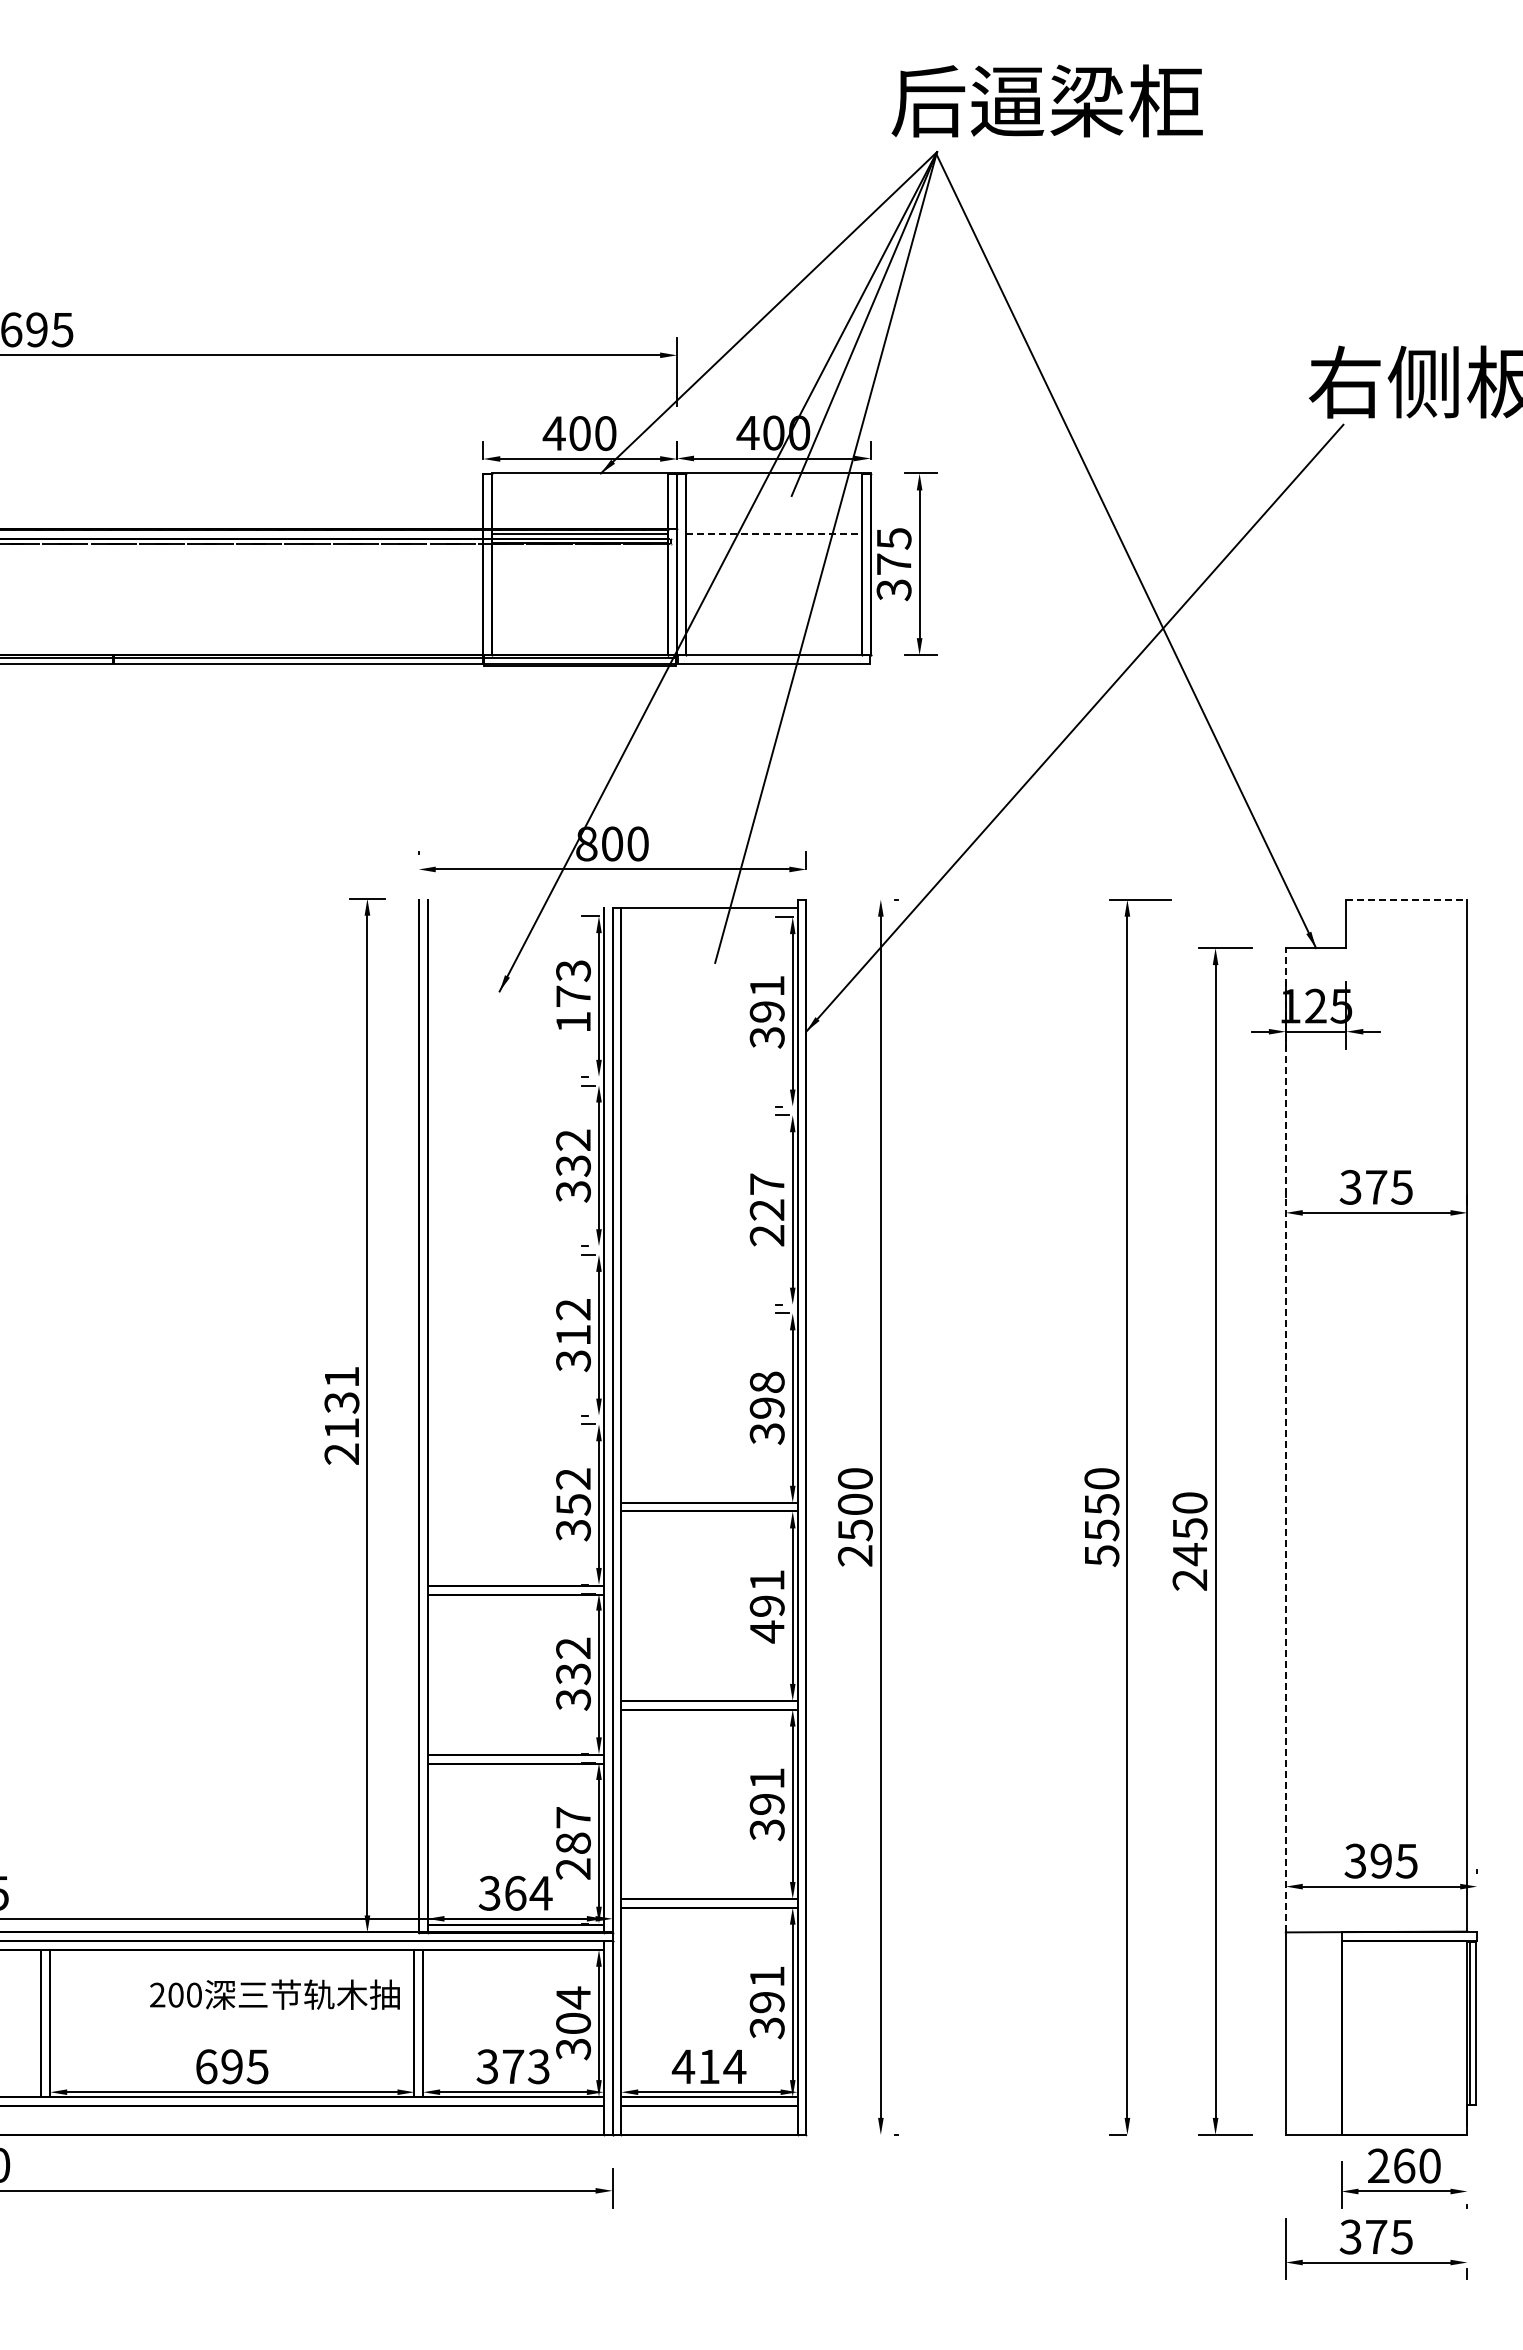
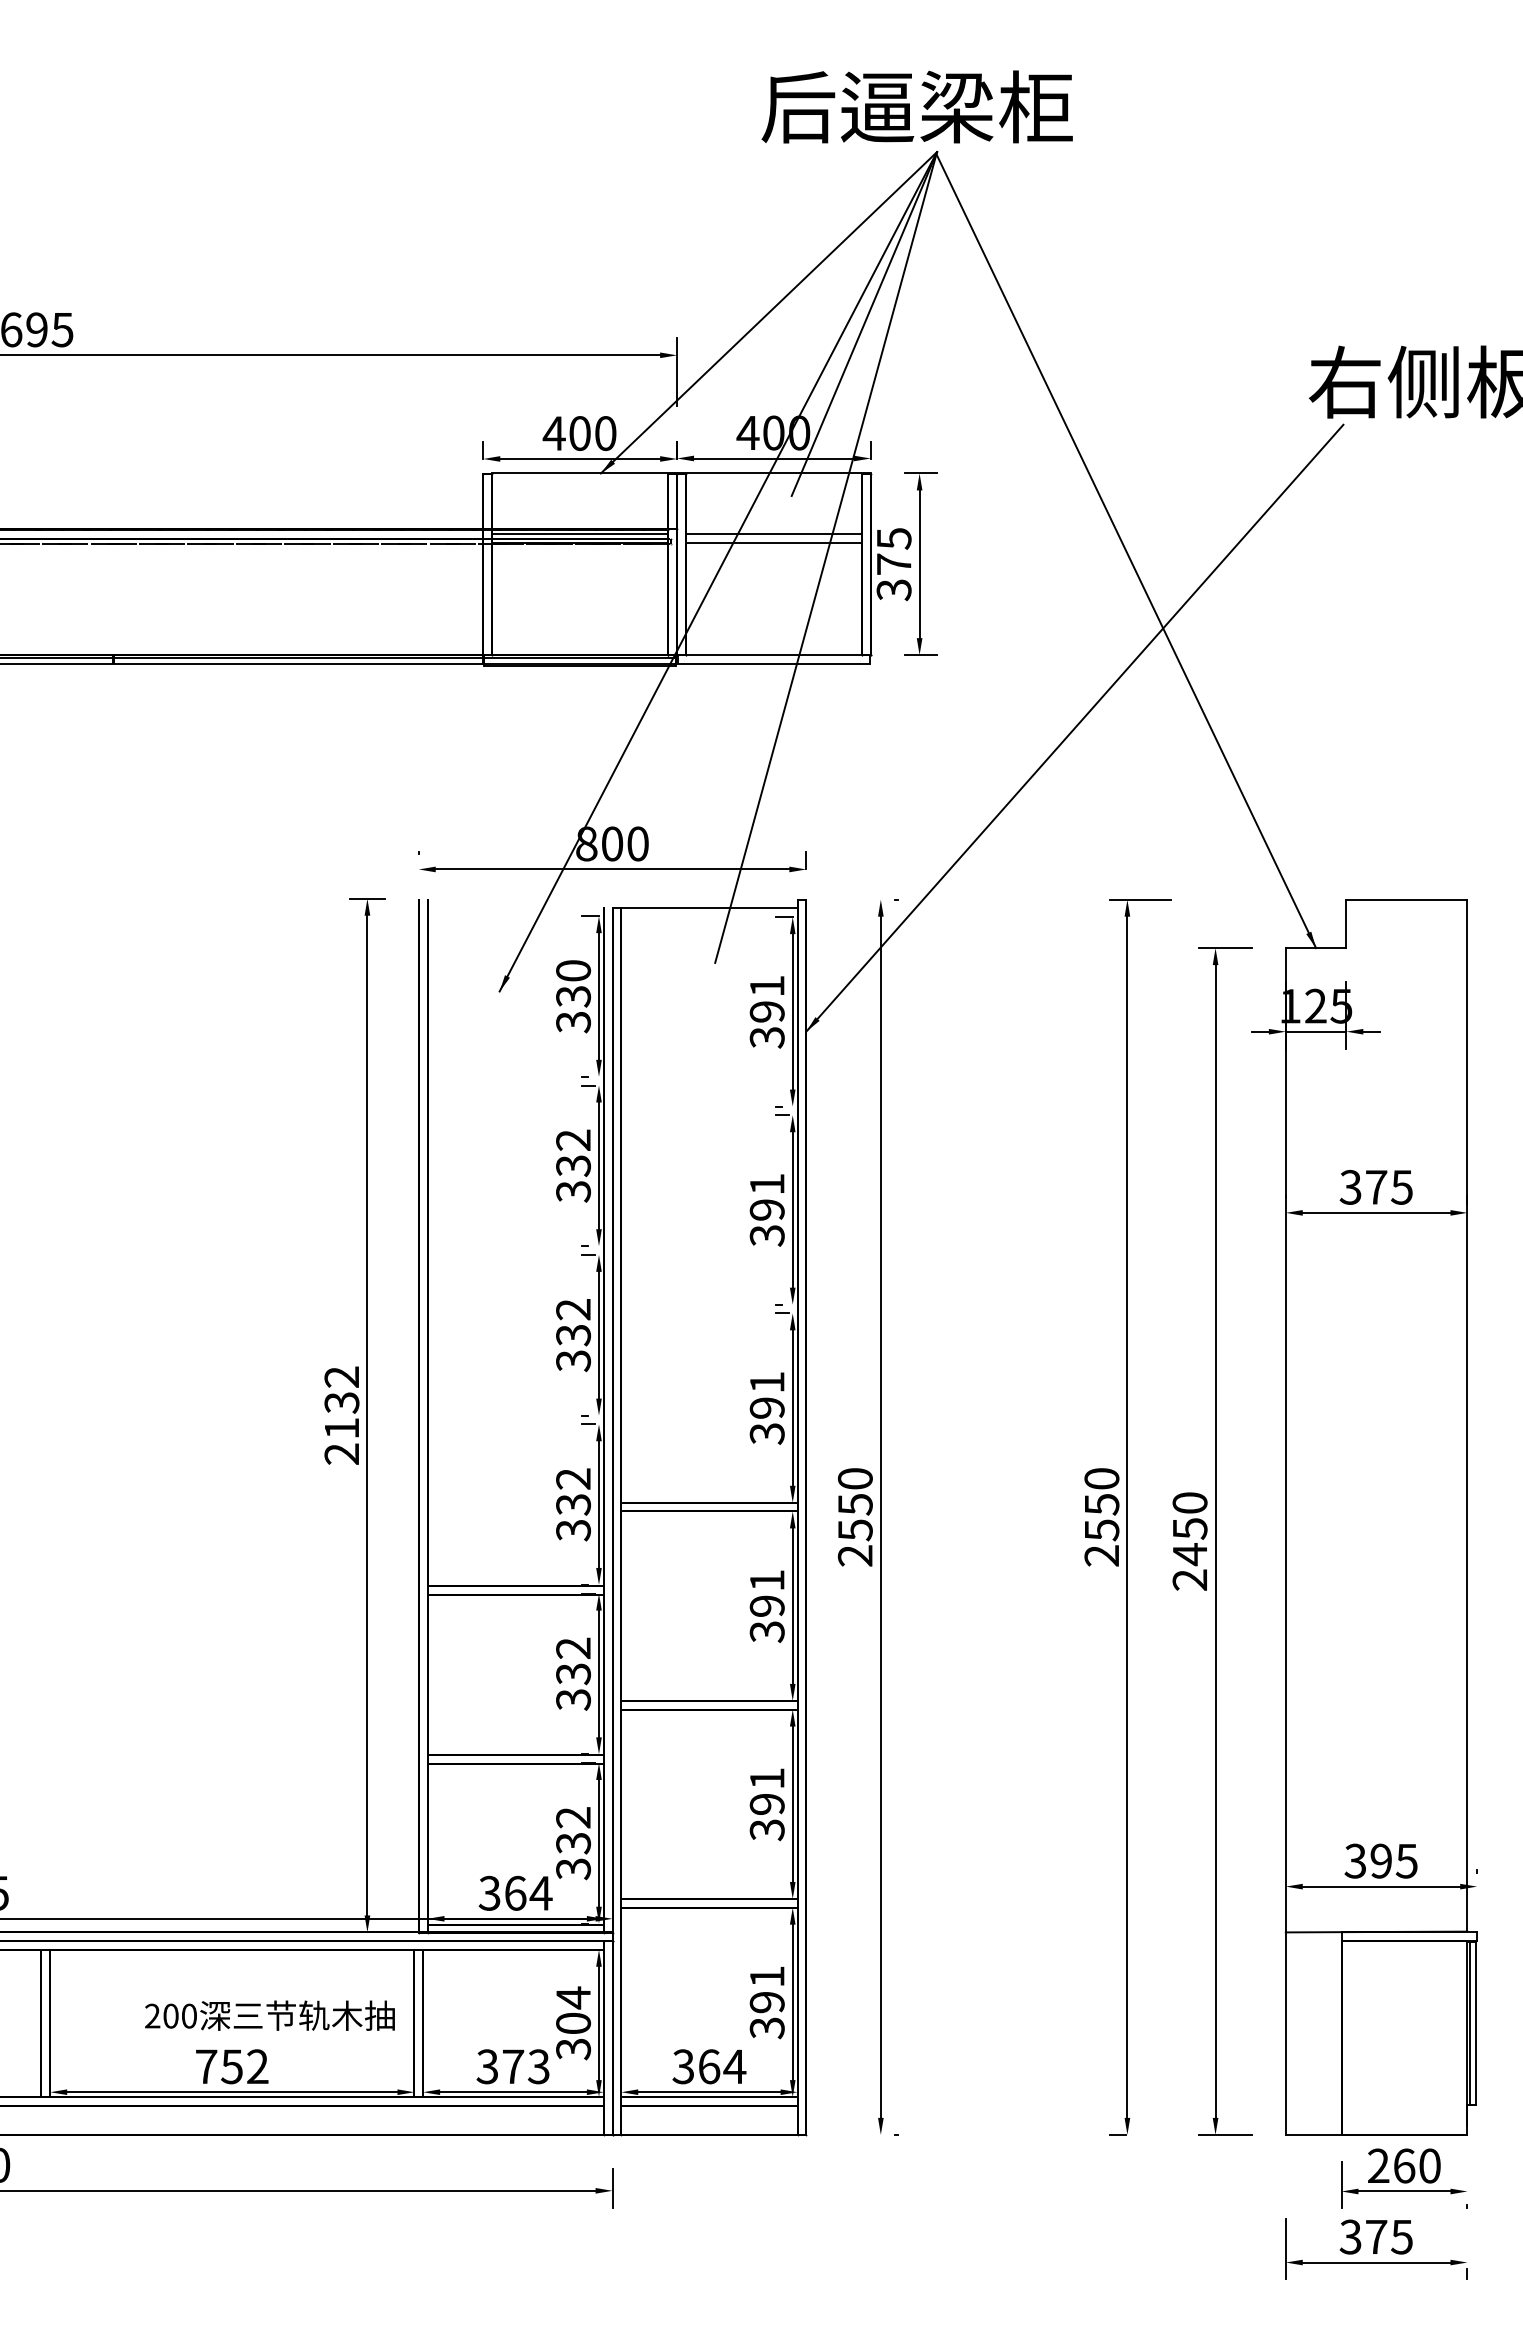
text at (1046, 100) position: (1046, 100) -> (916, 106)
line at (774, 534): dashed -> solid
line at (773, 542): none -> present
line at (1406, 899): dashed -> solid
text at (573, 996): 173 -> 330
text at (767, 1209): 227 -> 391
text at (573, 1335): 312 -> 332
text at (341, 1376): 2131 -> 2132
text at (766, 1381): 398 -> 391
line at (1285, 1439): dashed -> solid
text at (573, 1504): 352 -> 332
text at (854, 1504): 2500 -> 2550
text at (1101, 1555): 5550 -> 2550
text at (766, 1631): 491 -> 391
text at (573, 1843): 287 -> 332
text at (274, 1994) position: (274, 1994) -> (269, 2015)
text at (232, 2066): 695 -> 752
text at (695, 2066): 414 -> 364
